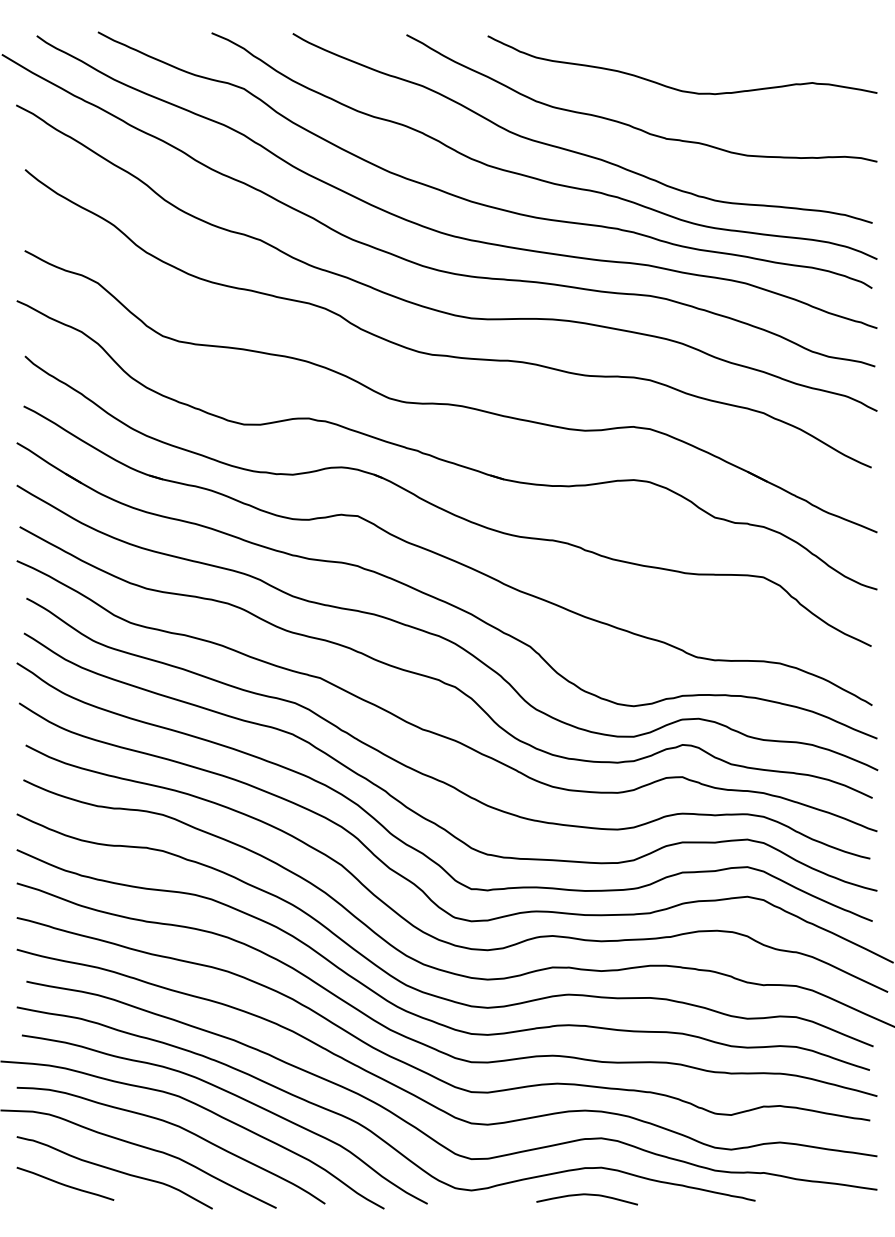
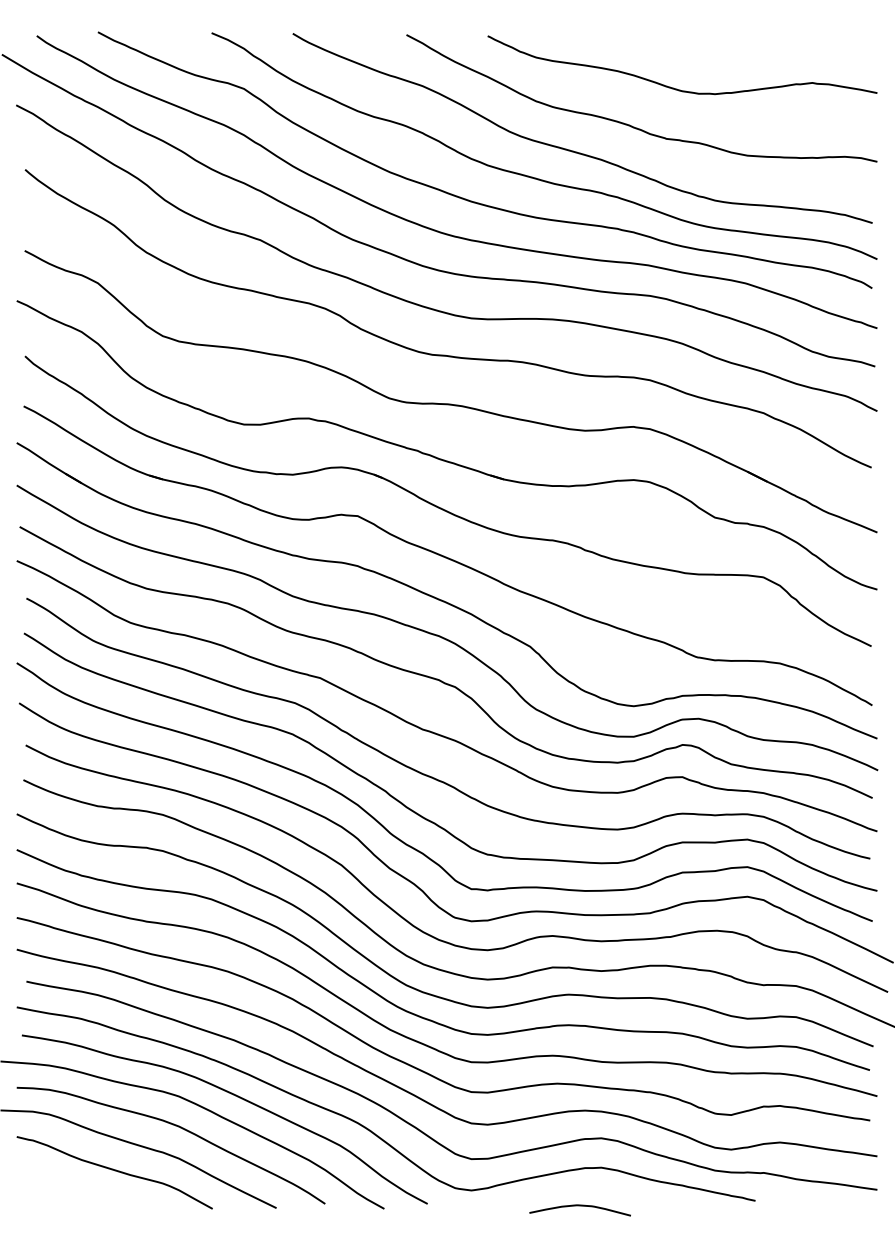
curve at (65, 1184): present -> none
curve at (586, 1195) position: (586, 1195) -> (579, 1206)
